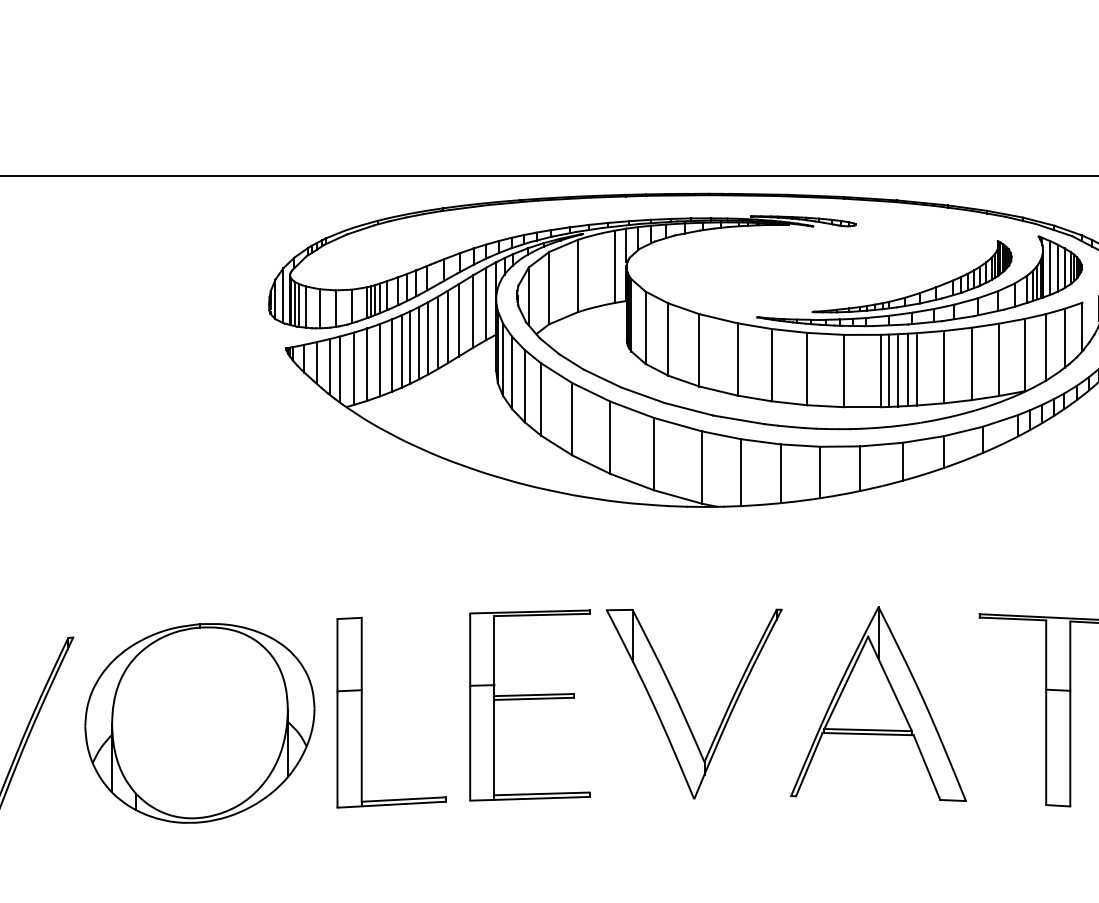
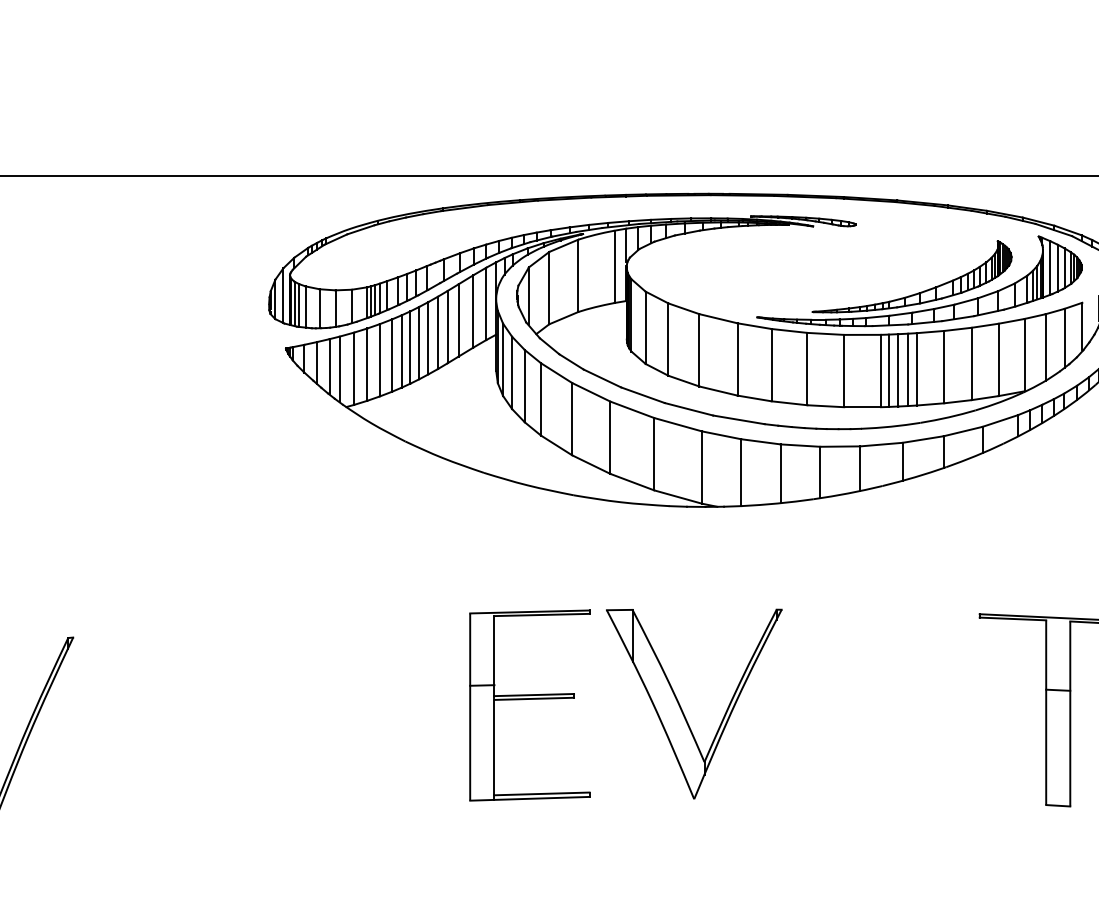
part at (878, 703): present -> none
part at (362, 712): present -> none
part at (199, 723): present -> none
